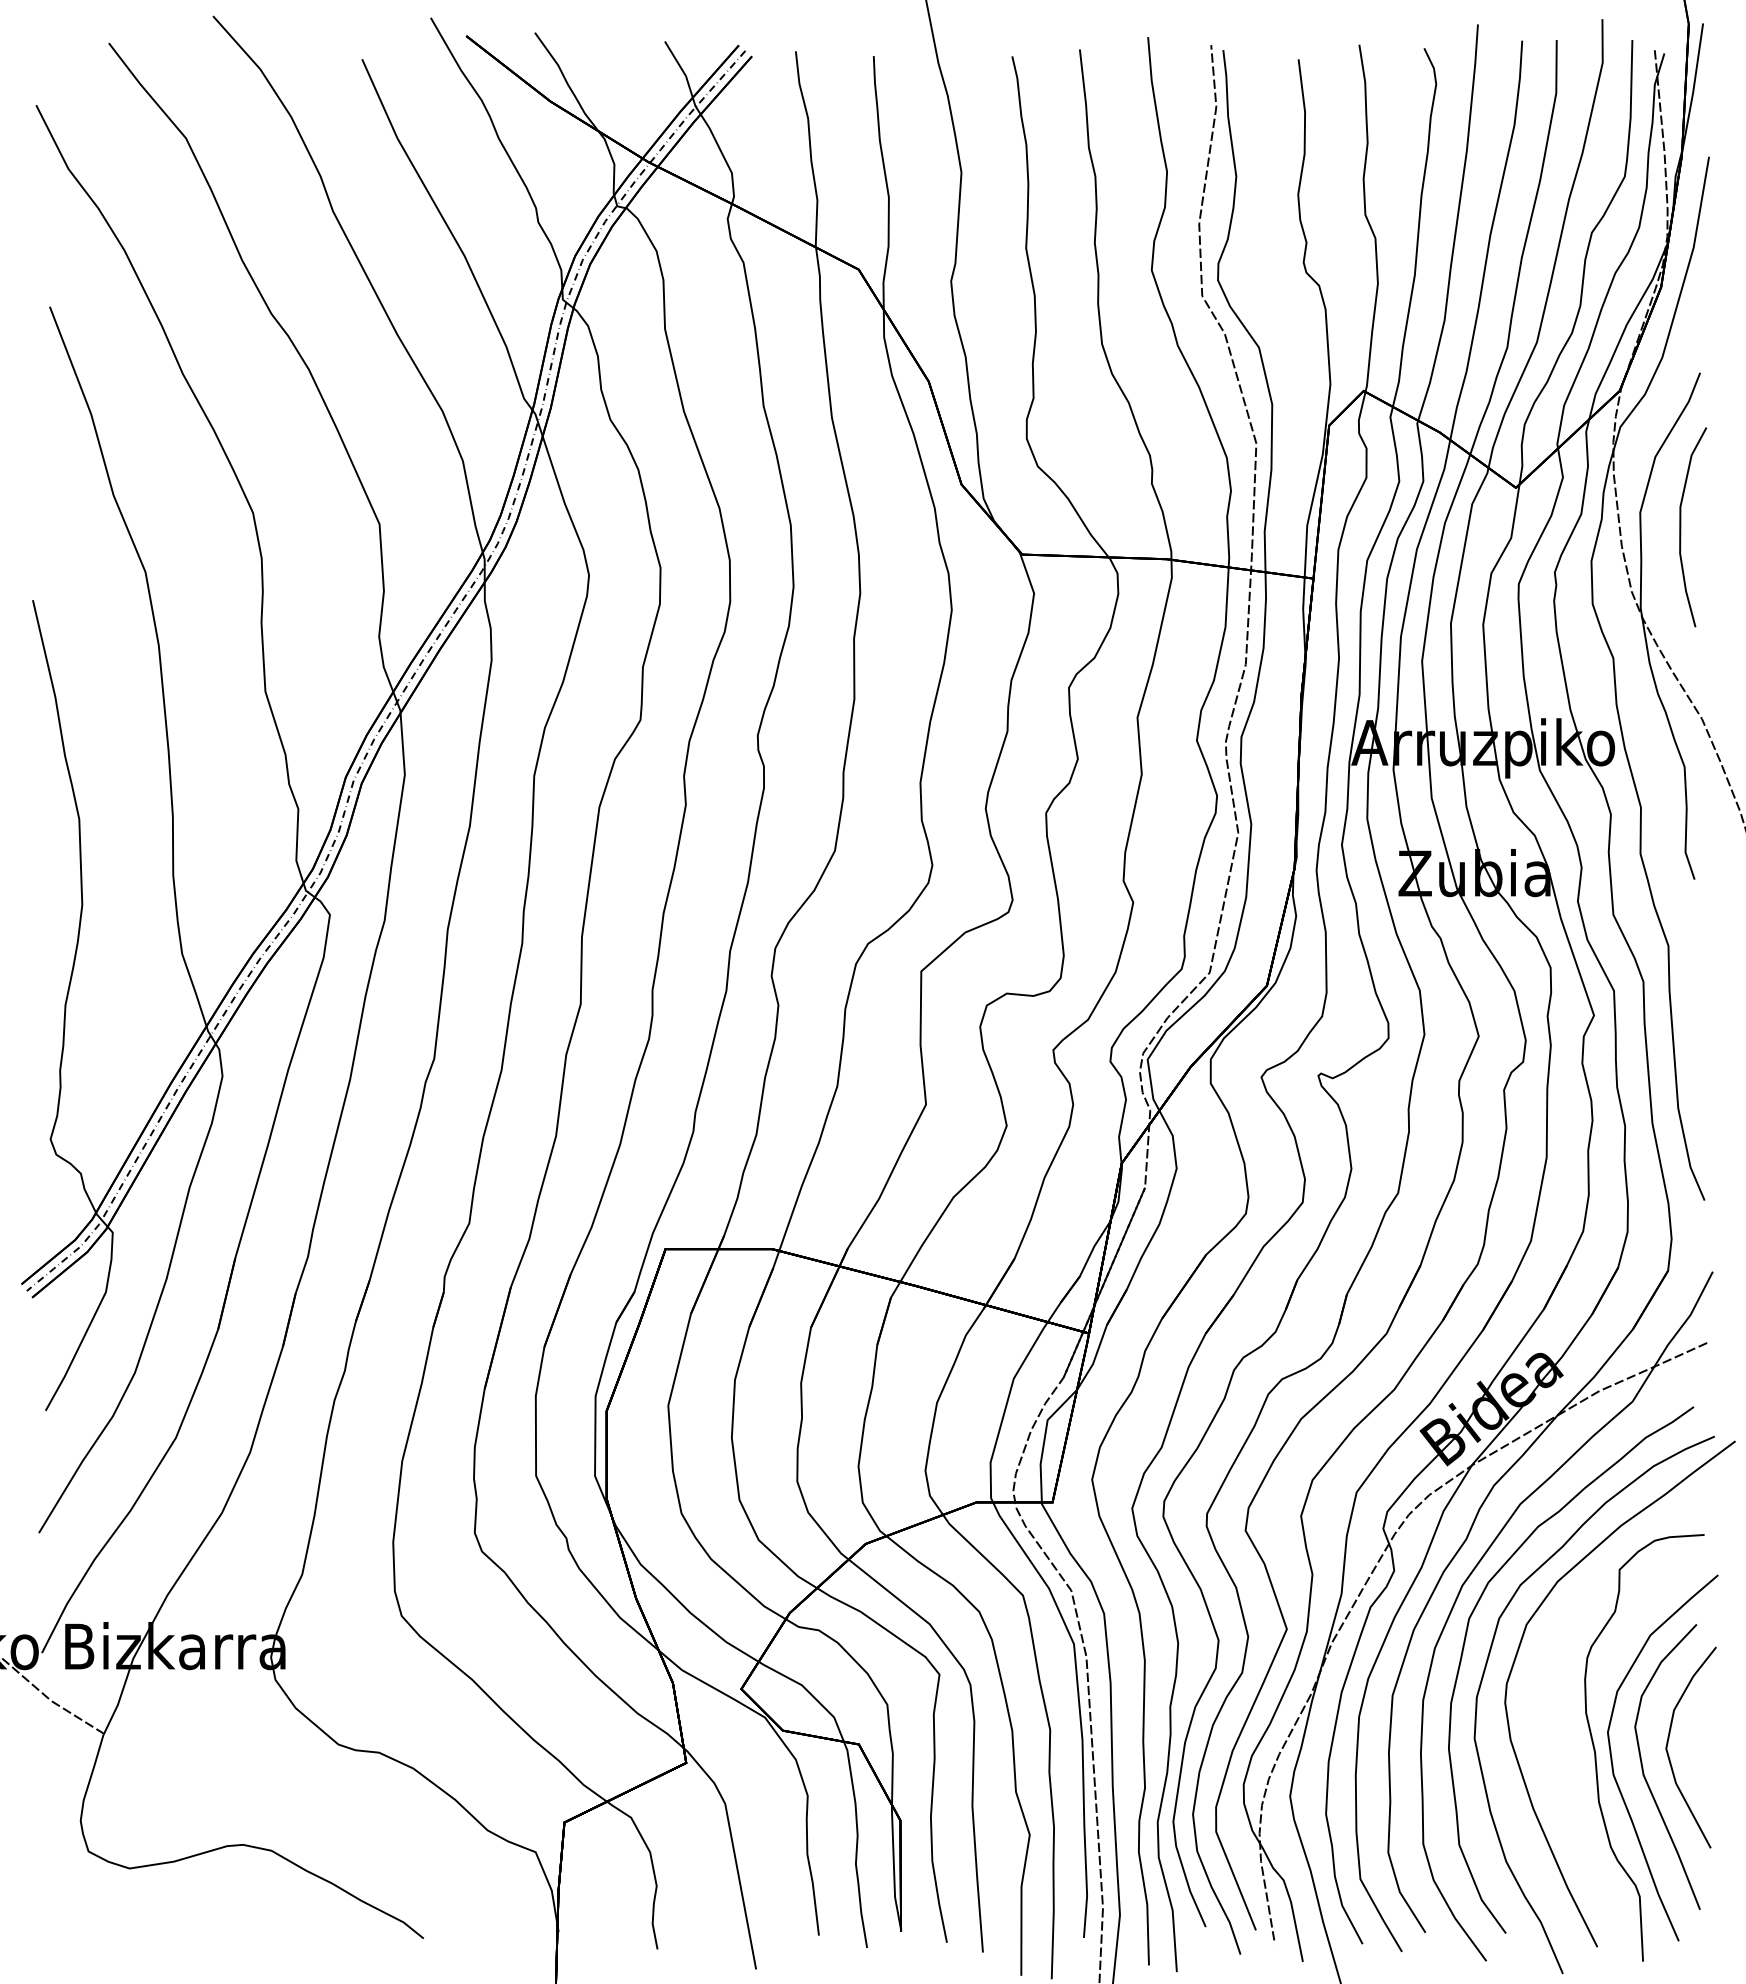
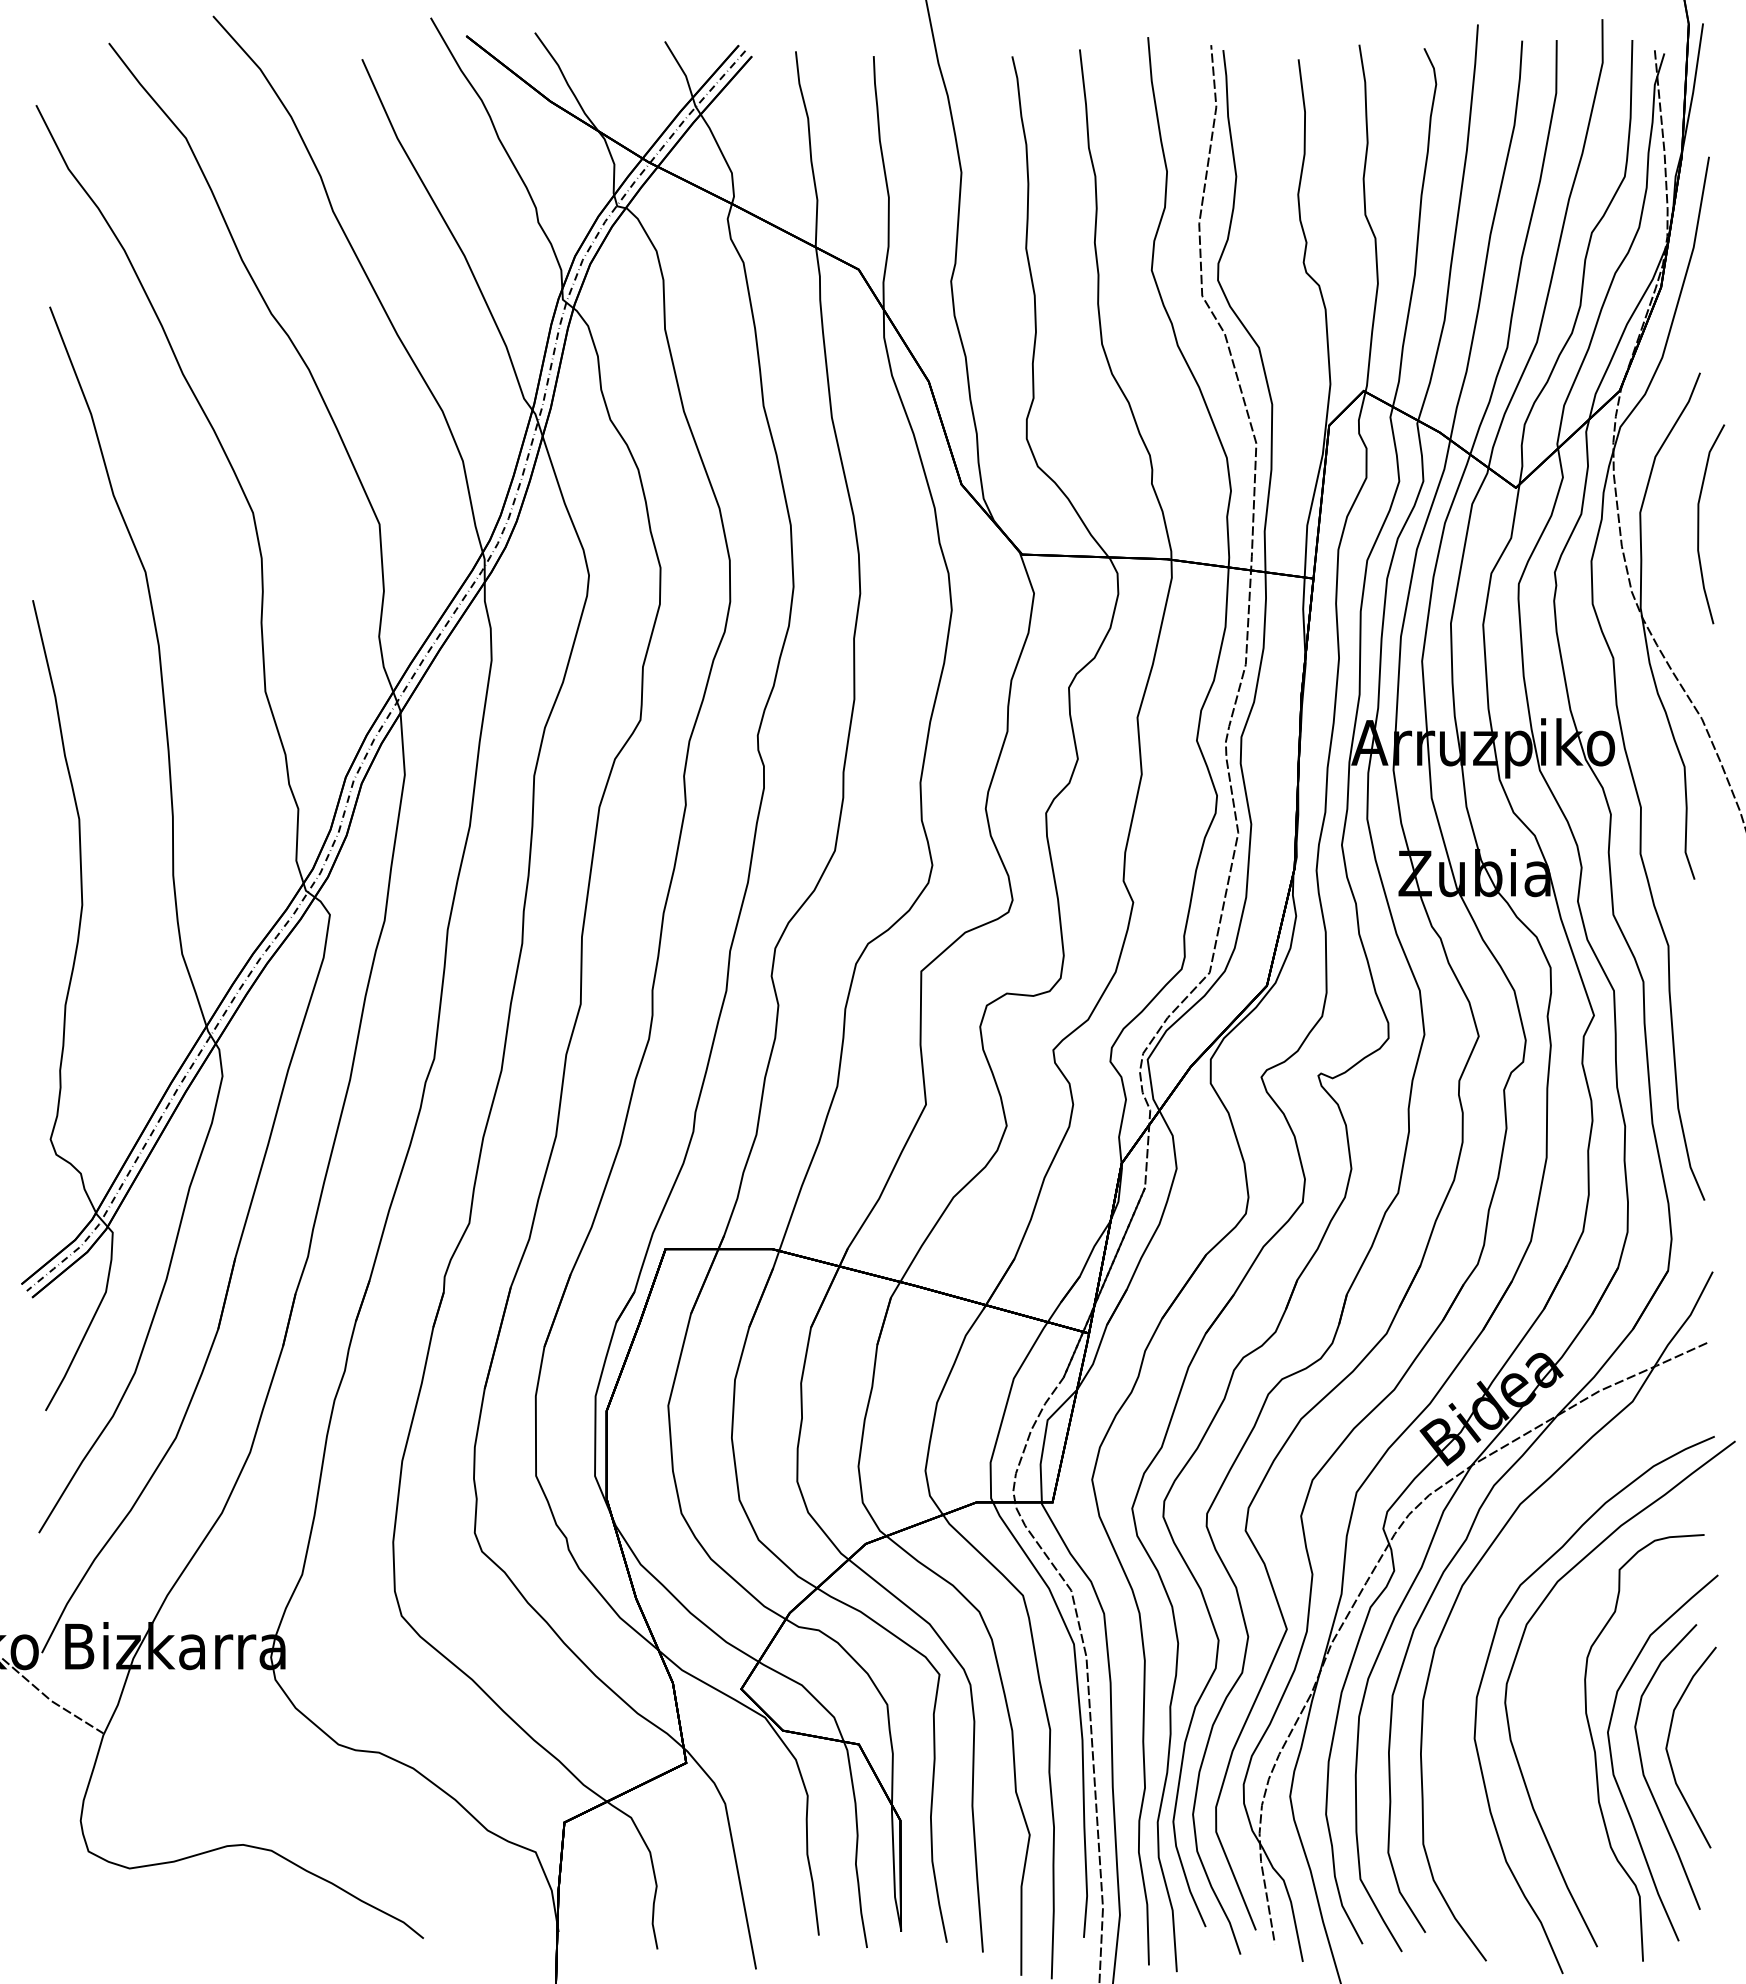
curve at (1681, 527) position: (1681, 527) -> (1699, 524)
curve at (1465, 1643): present -> none
